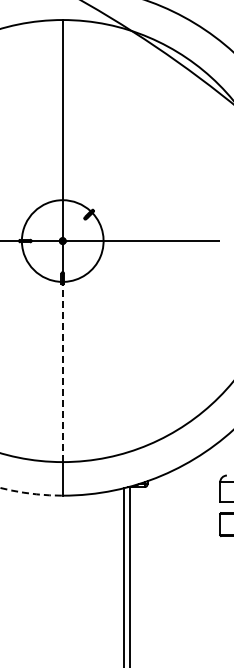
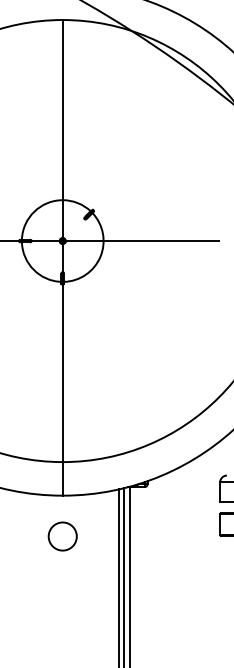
line at (62, 373): dashed -> solid
arc at (31, 493): dashed -> solid
circle at (62, 536): none -> present
line at (119, 576): none -> present
